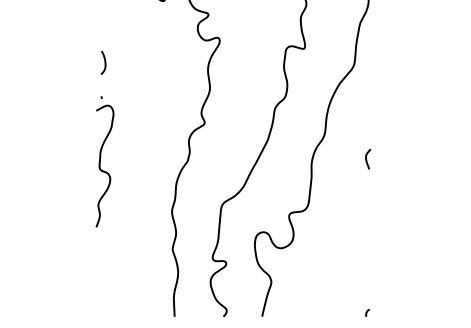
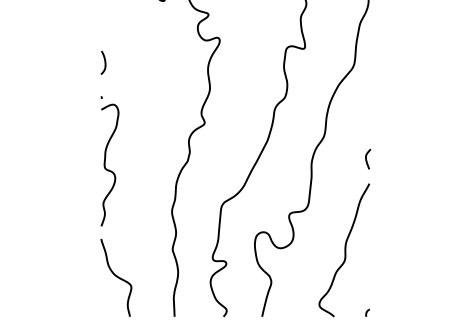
curve at (100, 165) position: (100, 165) -> (105, 164)
curve at (344, 250): none -> present
curve at (116, 277): none -> present
